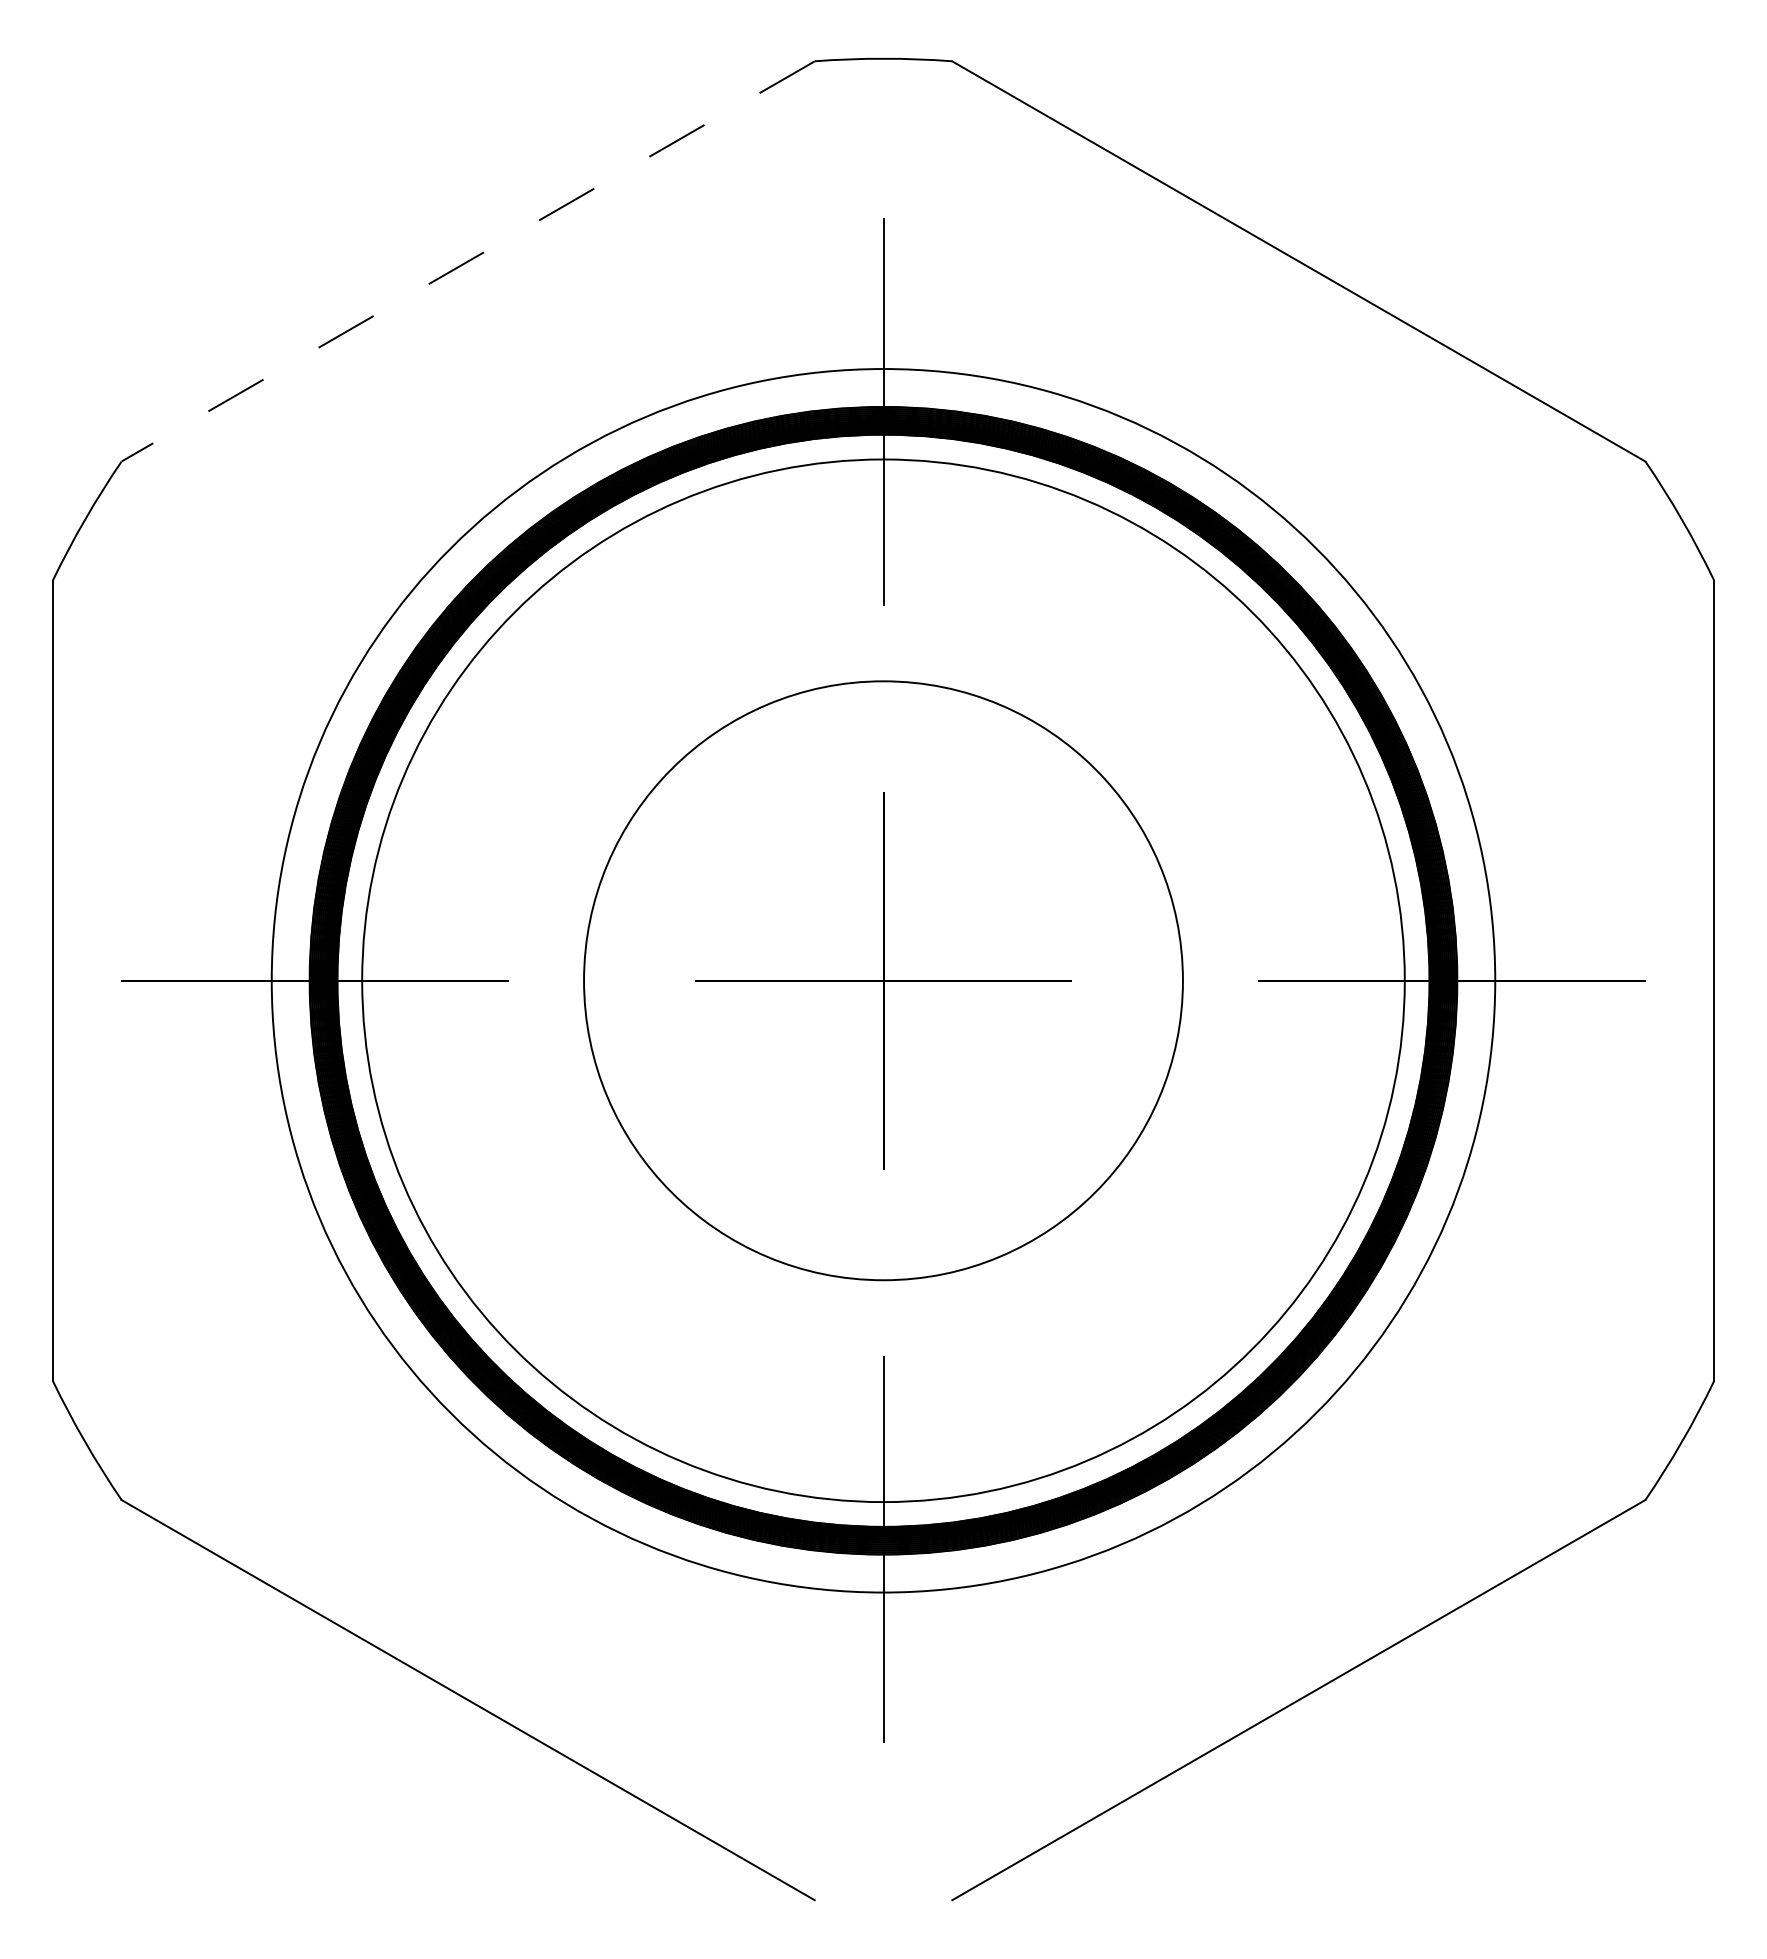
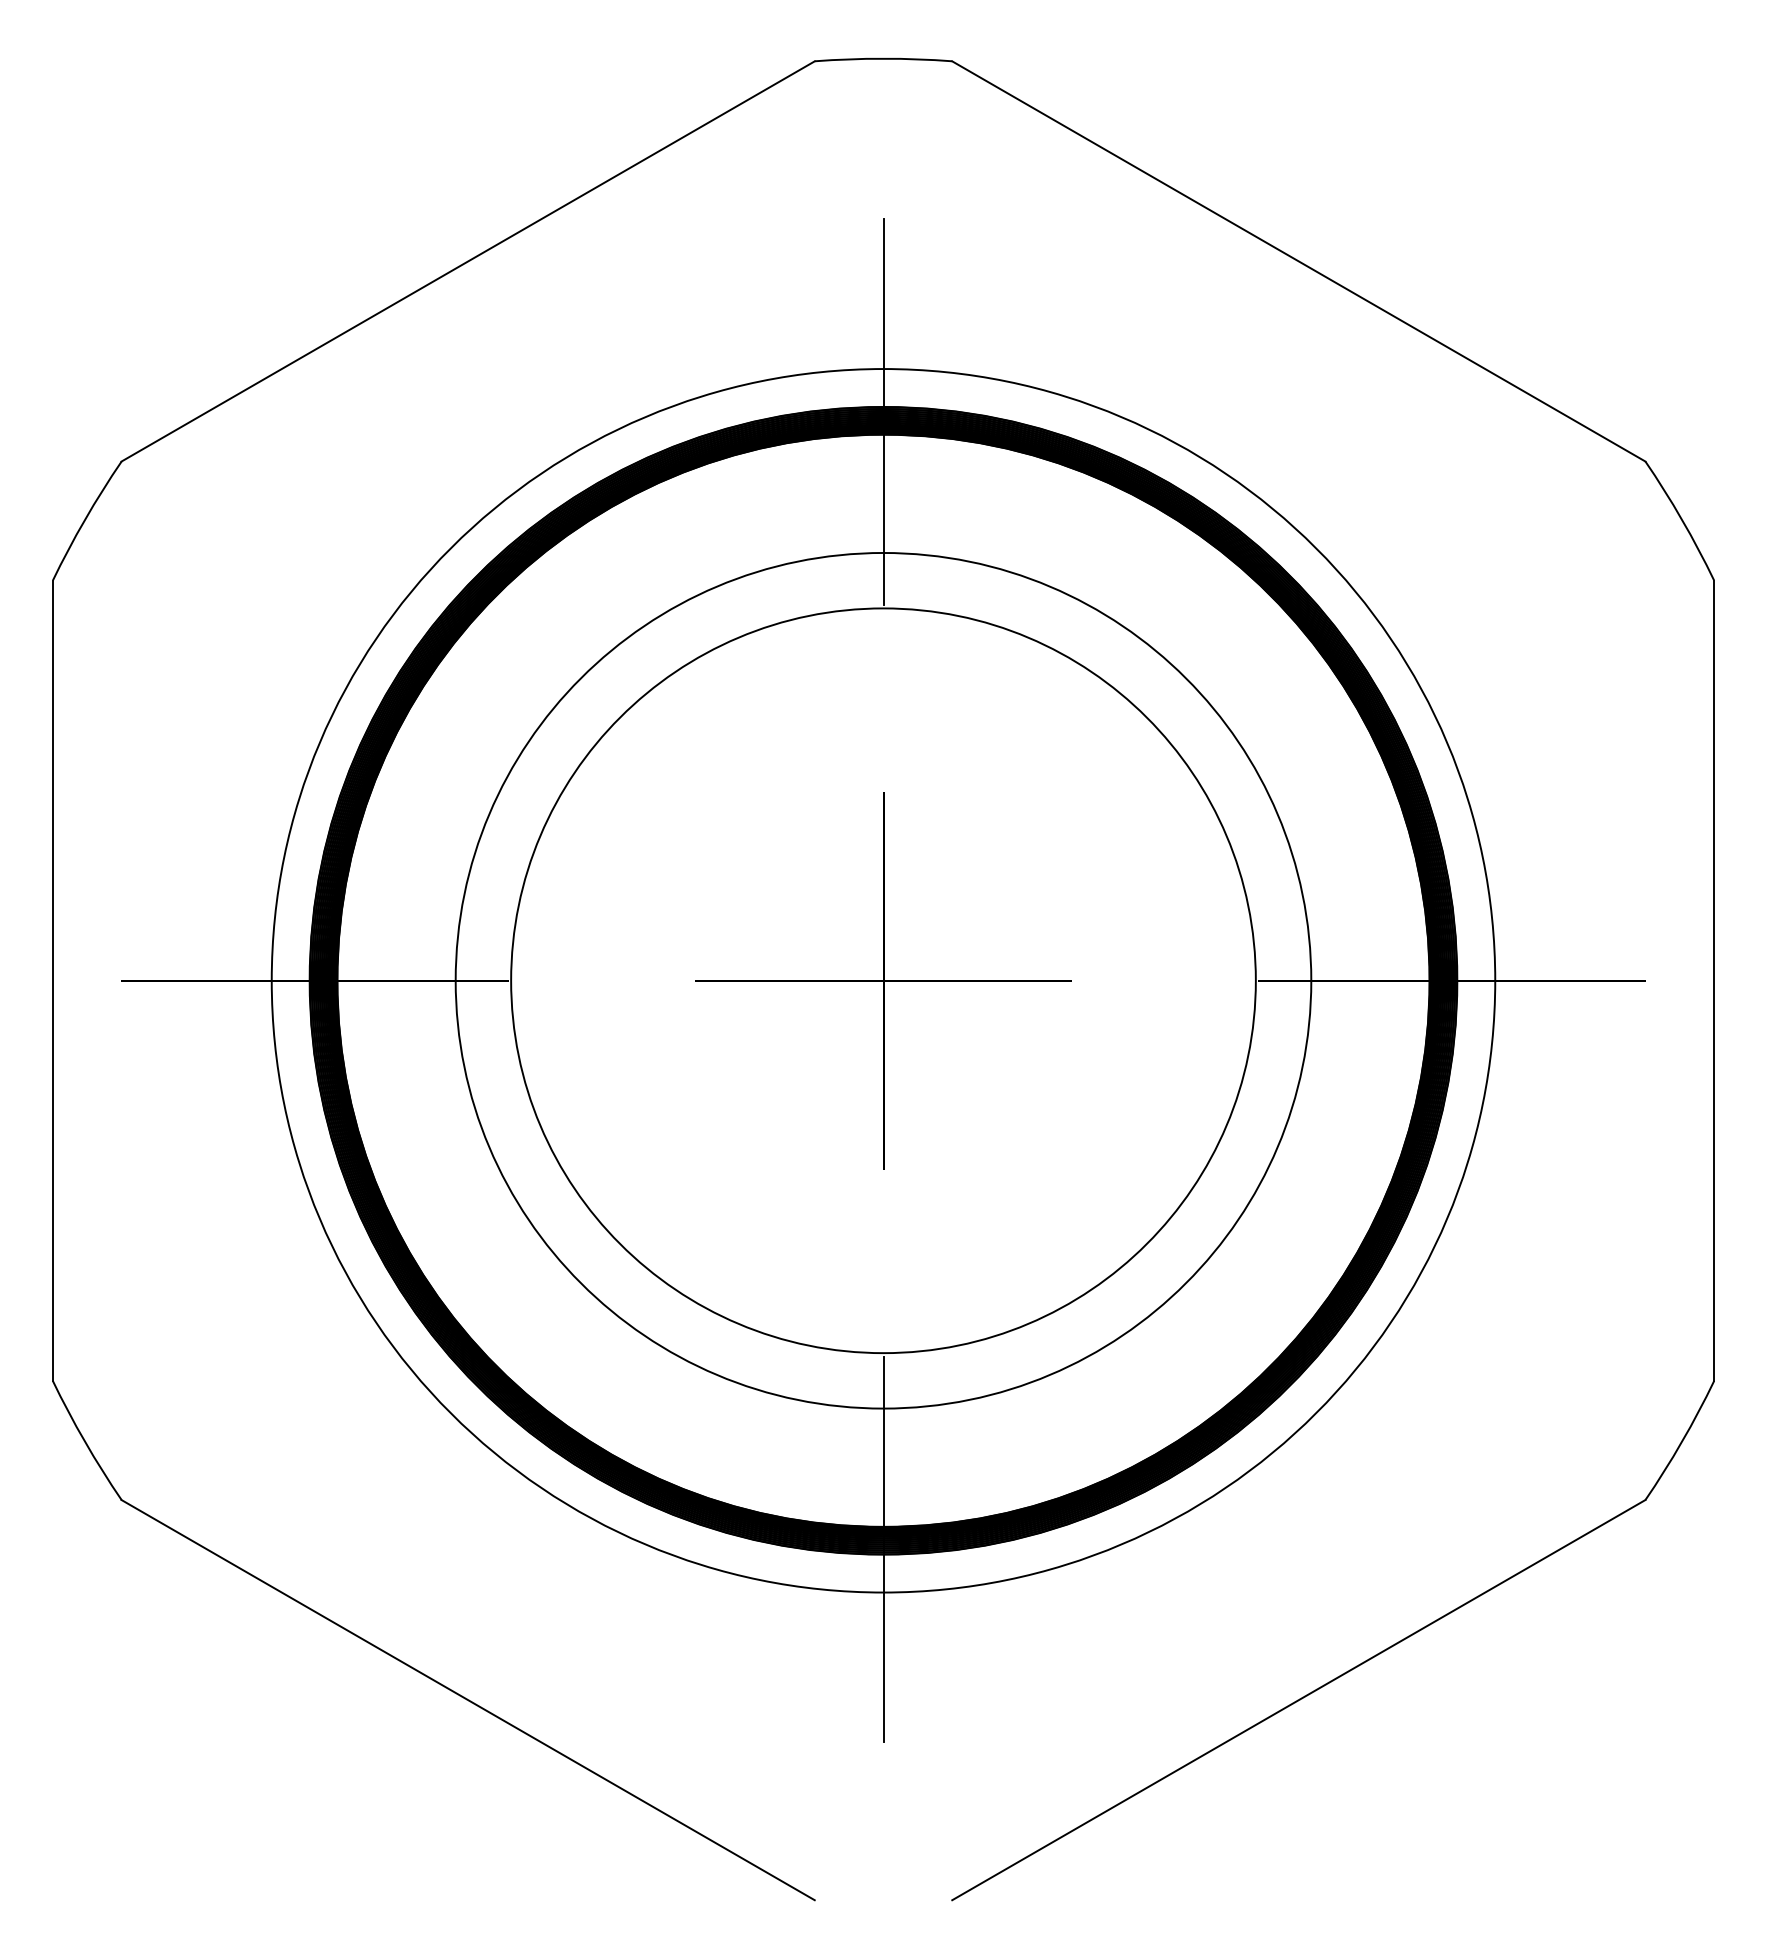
line at (467, 261): dashed -> solid
circle at (883, 980) diameter: 1043 px -> 745 px
circle at (883, 980) diameter: 599 px -> 856 px
